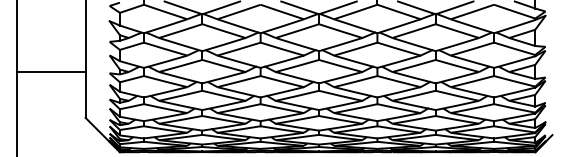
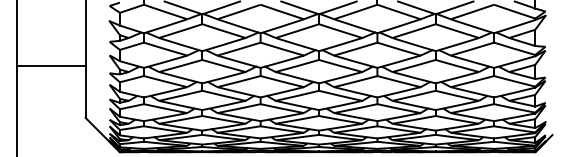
line at (50, 71) position: (50, 71) -> (50, 65)
